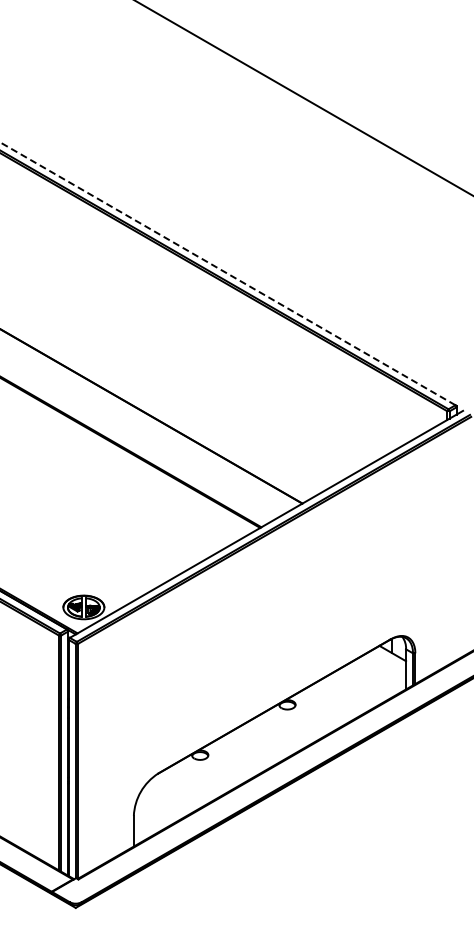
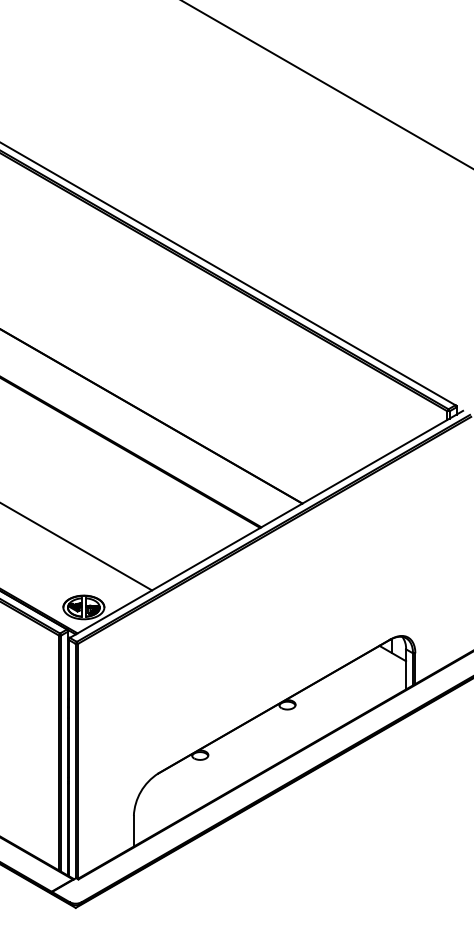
line at (304, 98) position: (304, 98) -> (327, 84)
line at (227, 273): dashed -> solid
line at (77, 546): none -> present
